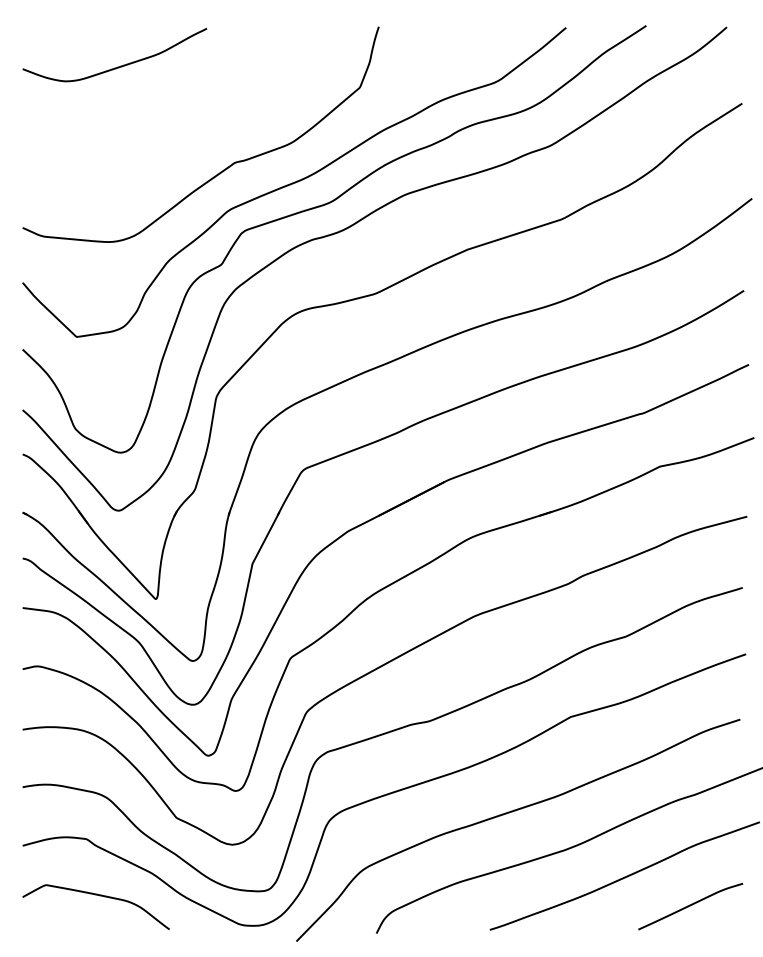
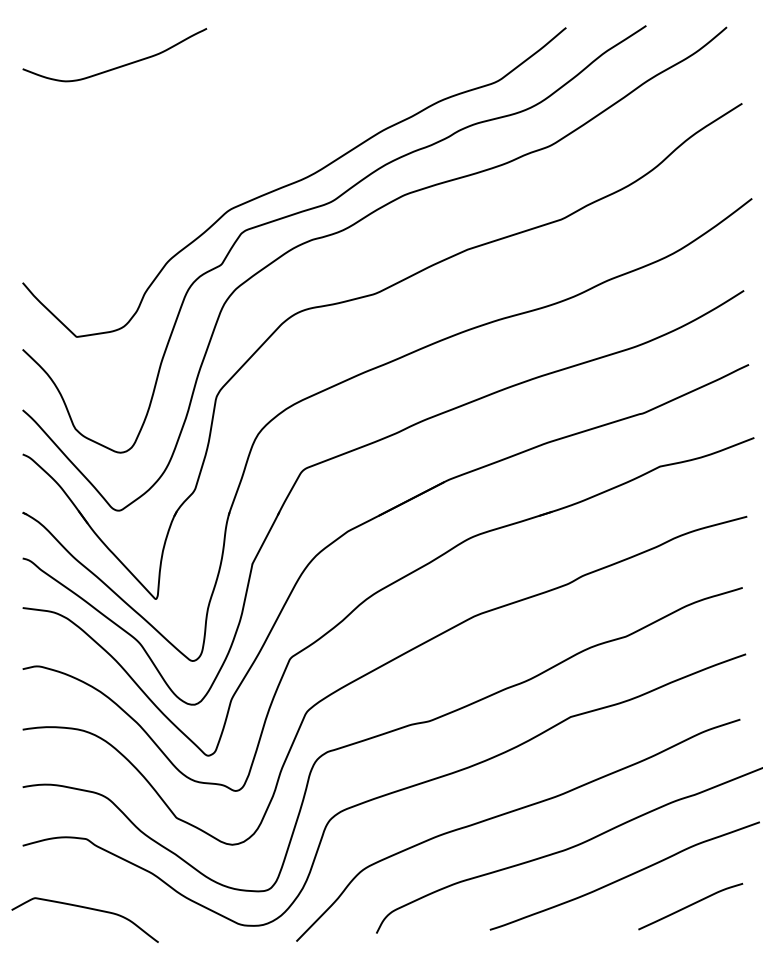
curve at (227, 166): present -> none
curve at (99, 896) position: (99, 896) -> (88, 909)
